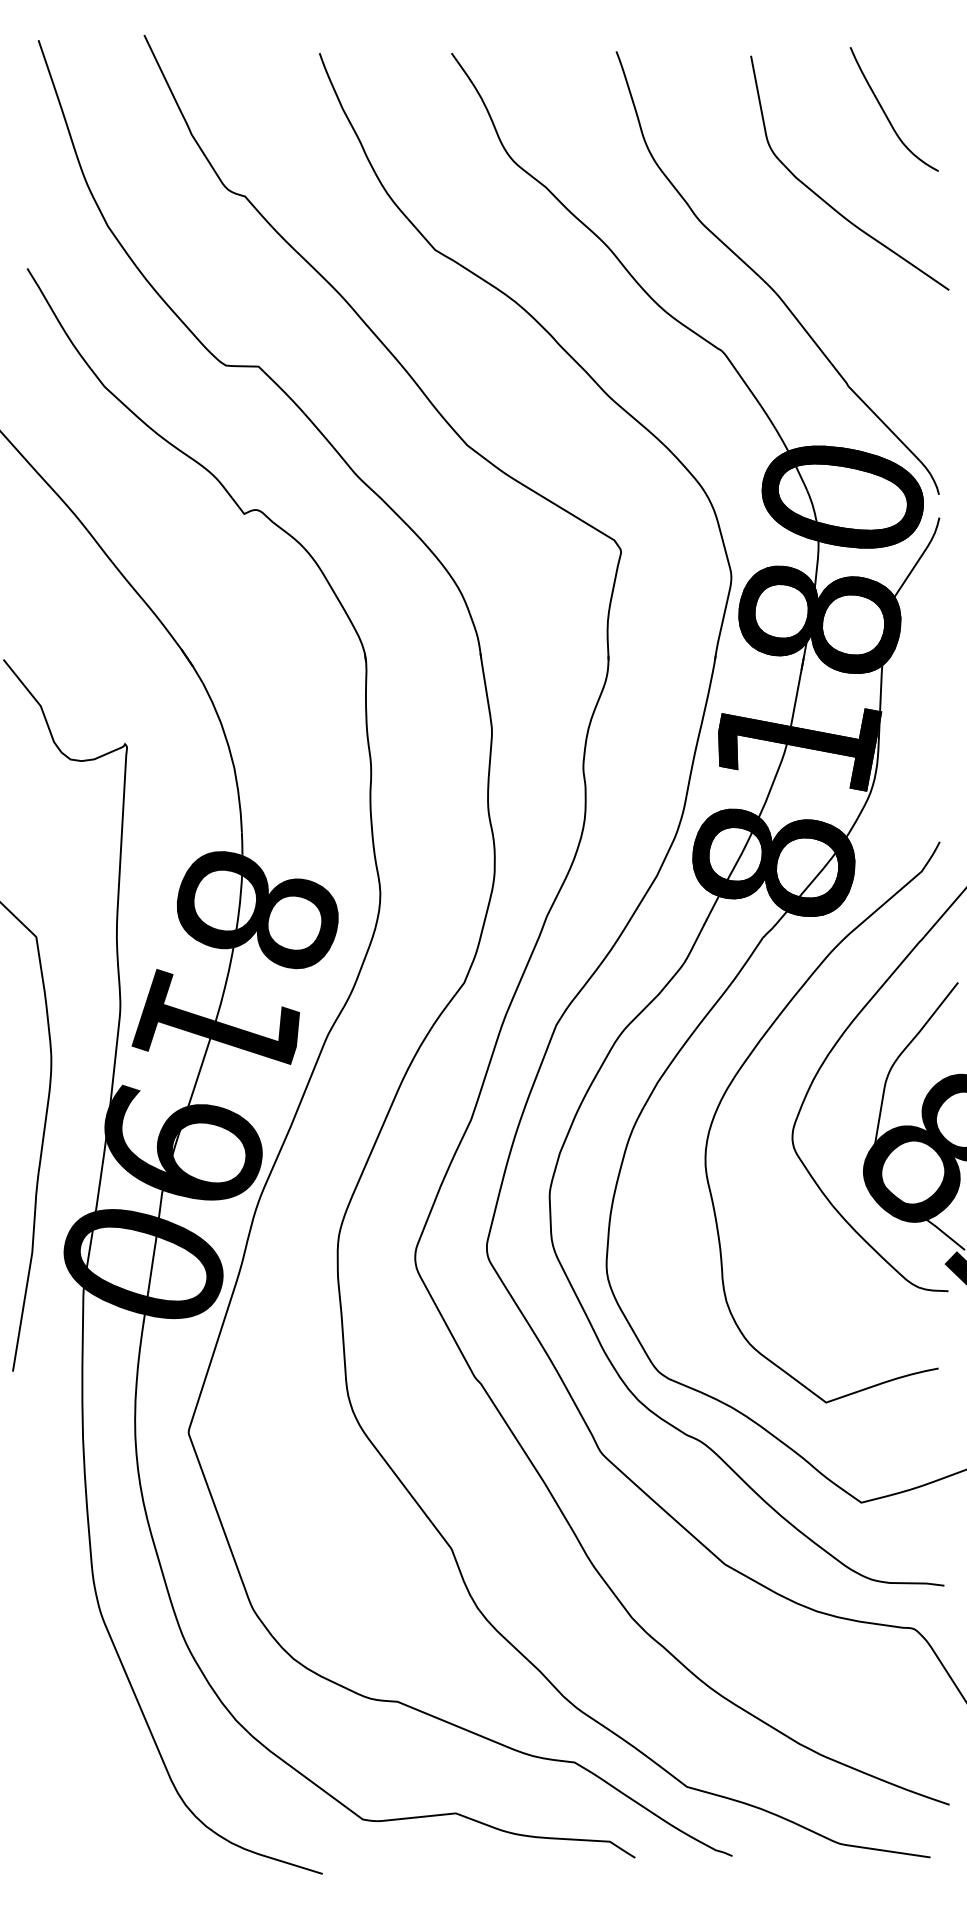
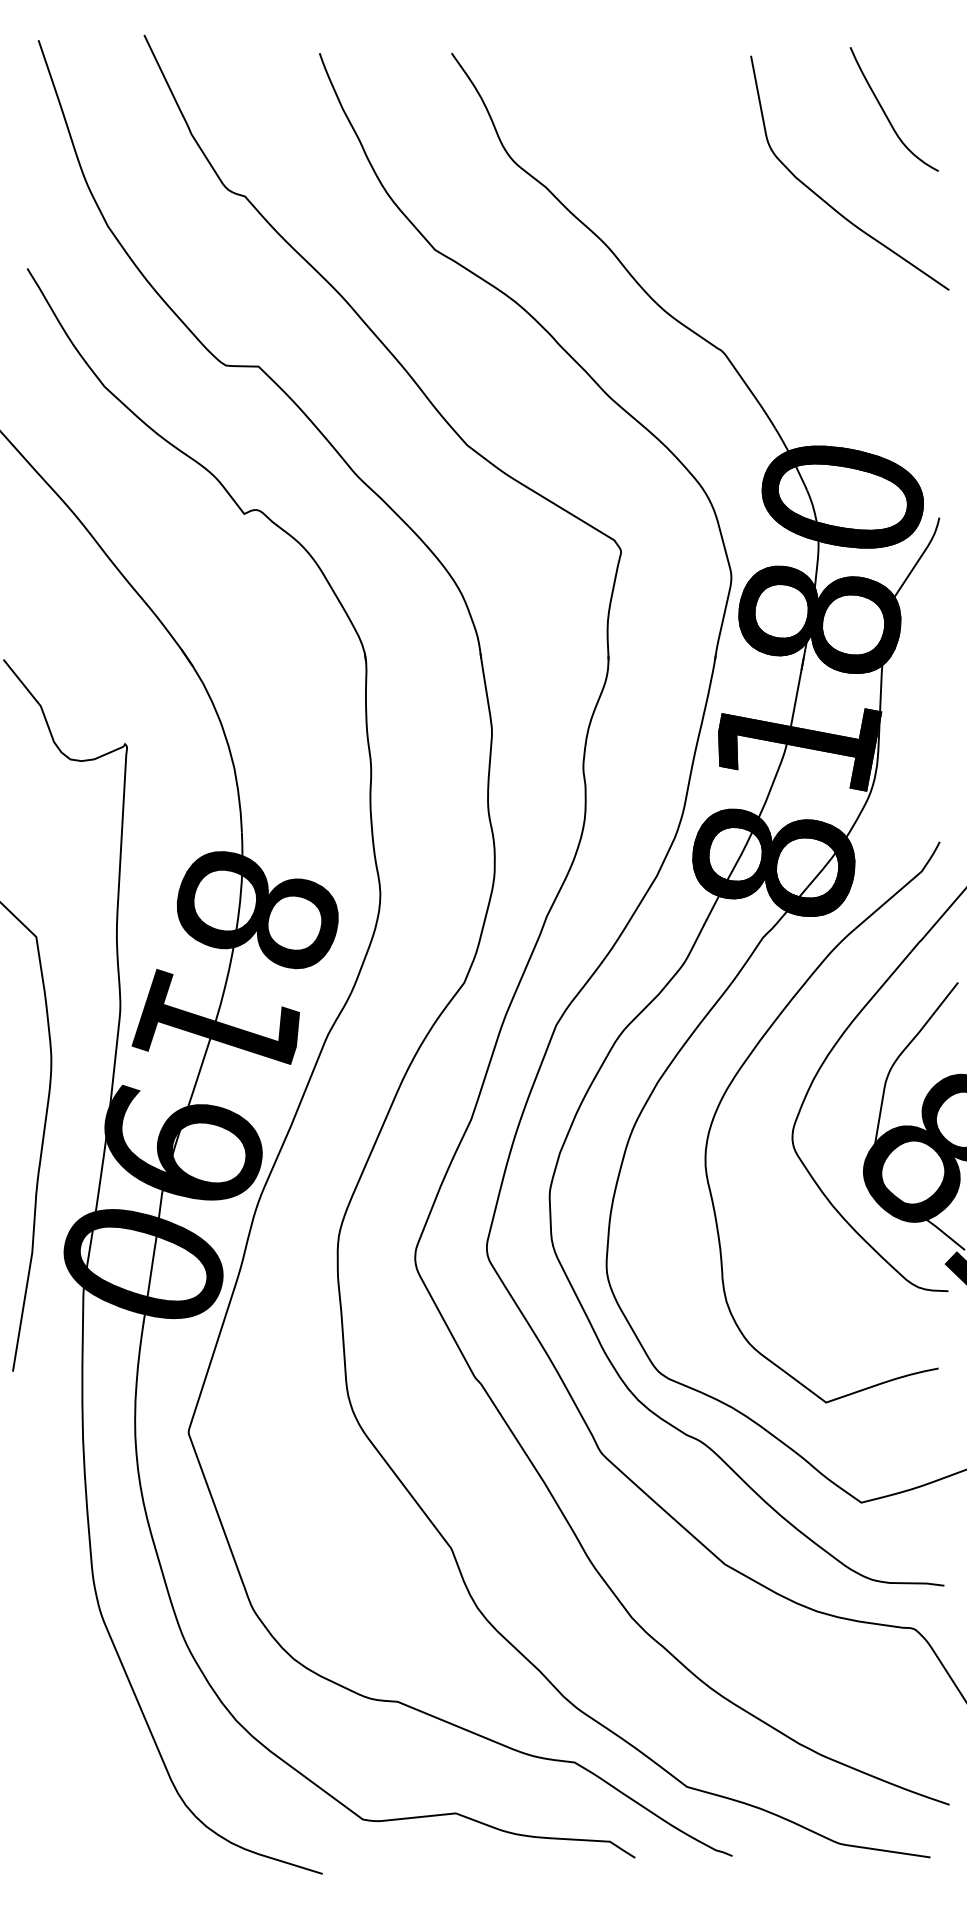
curve at (767, 282): present -> none
